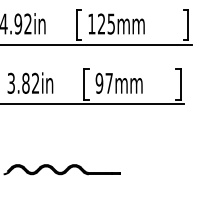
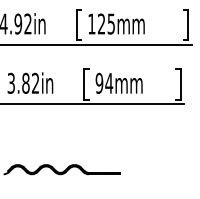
text at (109, 83): 97mm -> 94mm
